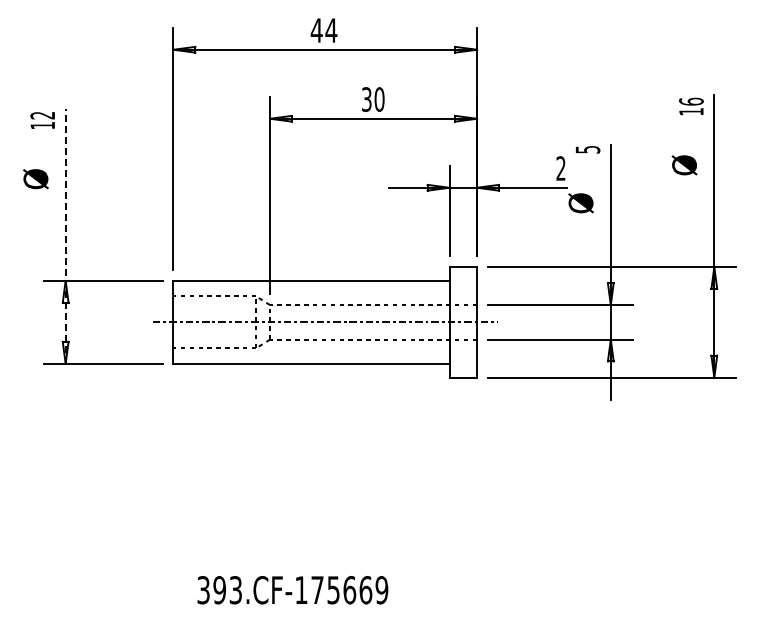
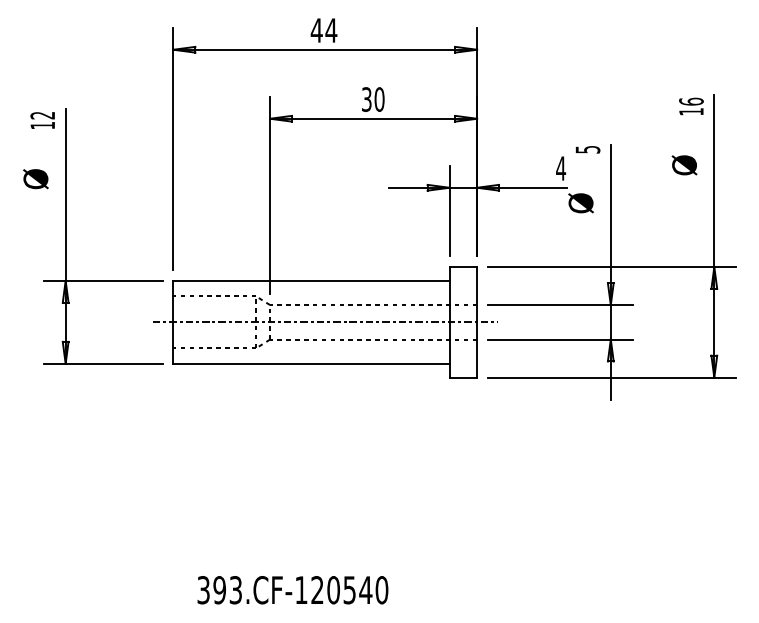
text at (561, 168): 2 -> 4
line at (65, 235): dashed -> solid
text at (349, 590): 393.CF-175669 -> 393.CF-120540
